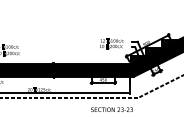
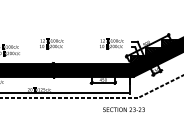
part at (51, 43): none -> present
text at (111, 109) position: (111, 109) -> (123, 109)
